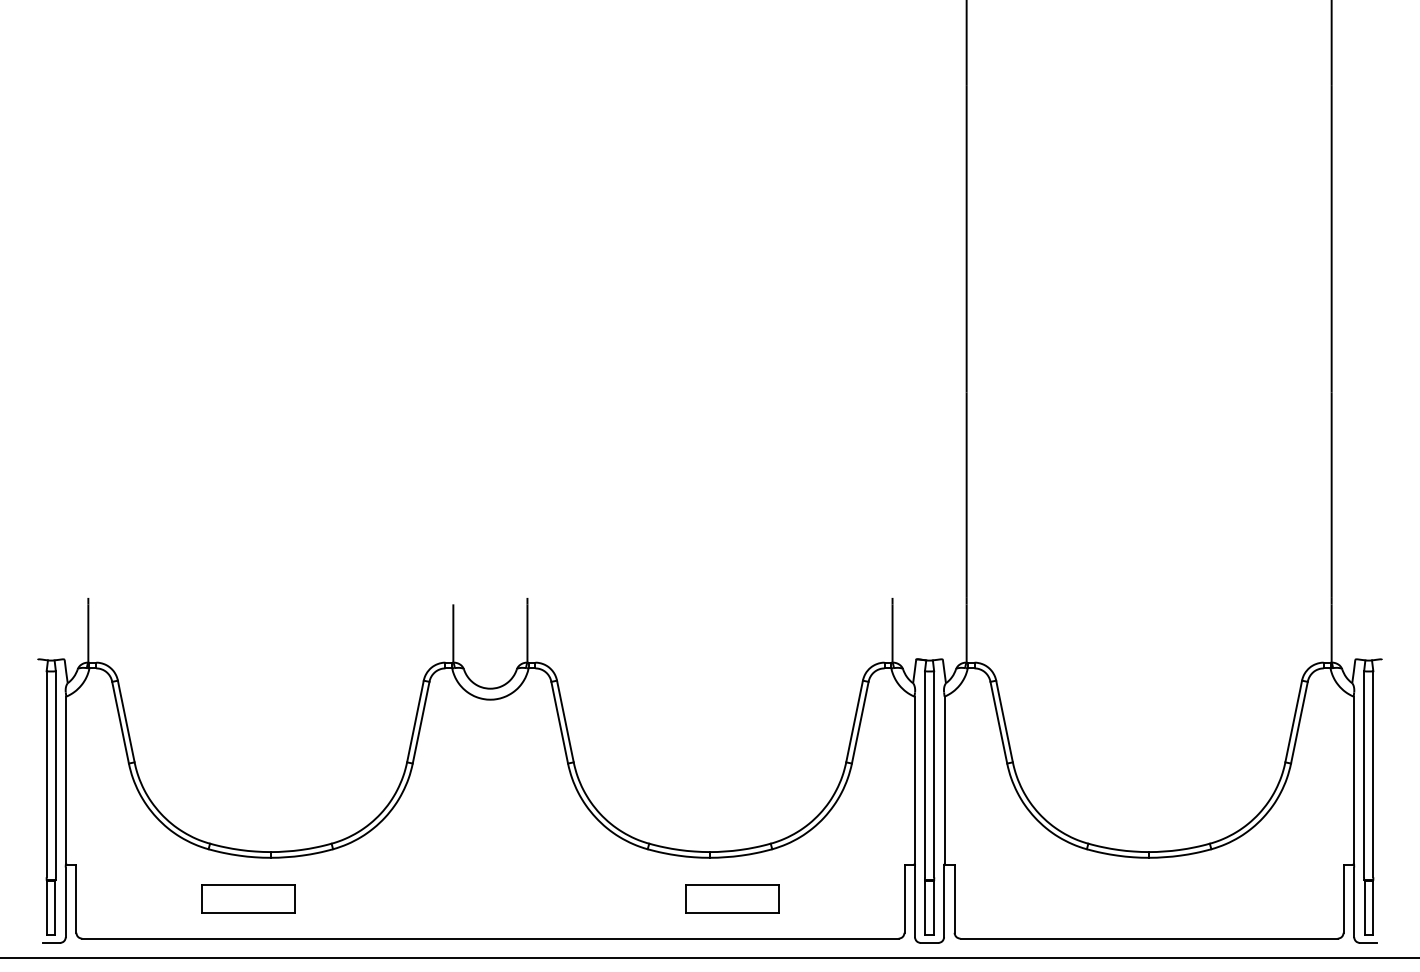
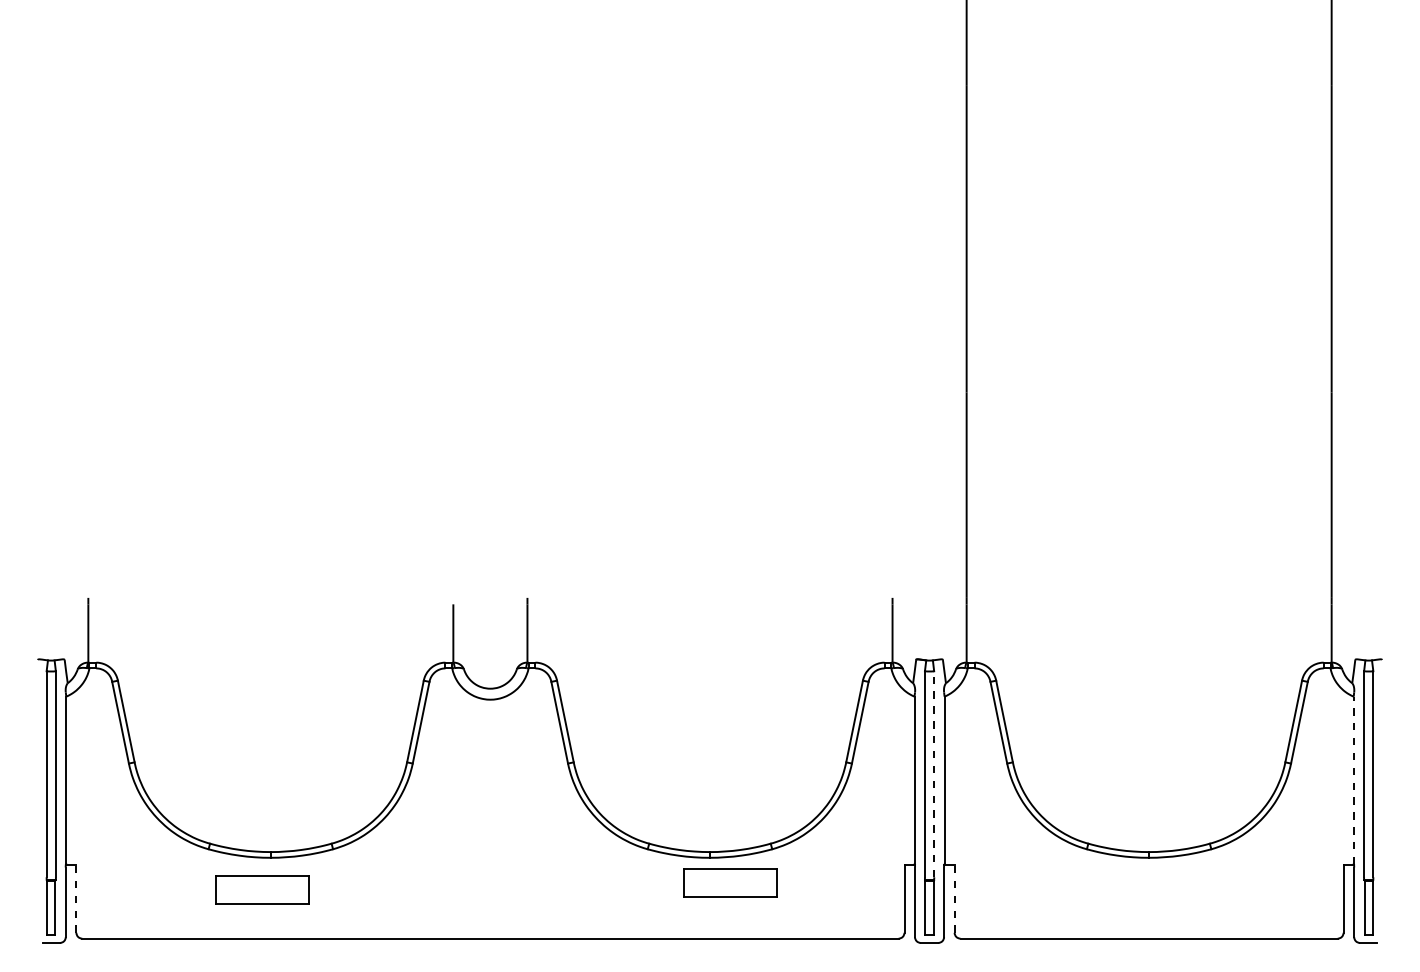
line at (934, 773): solid -> dashed
line at (1353, 780): solid -> dashed
line at (76, 898): solid -> dashed
part at (248, 898) position: (248, 898) -> (262, 889)
part at (732, 898) position: (732, 898) -> (730, 882)
line at (954, 898): solid -> dashed
line at (709, 957): present -> none
